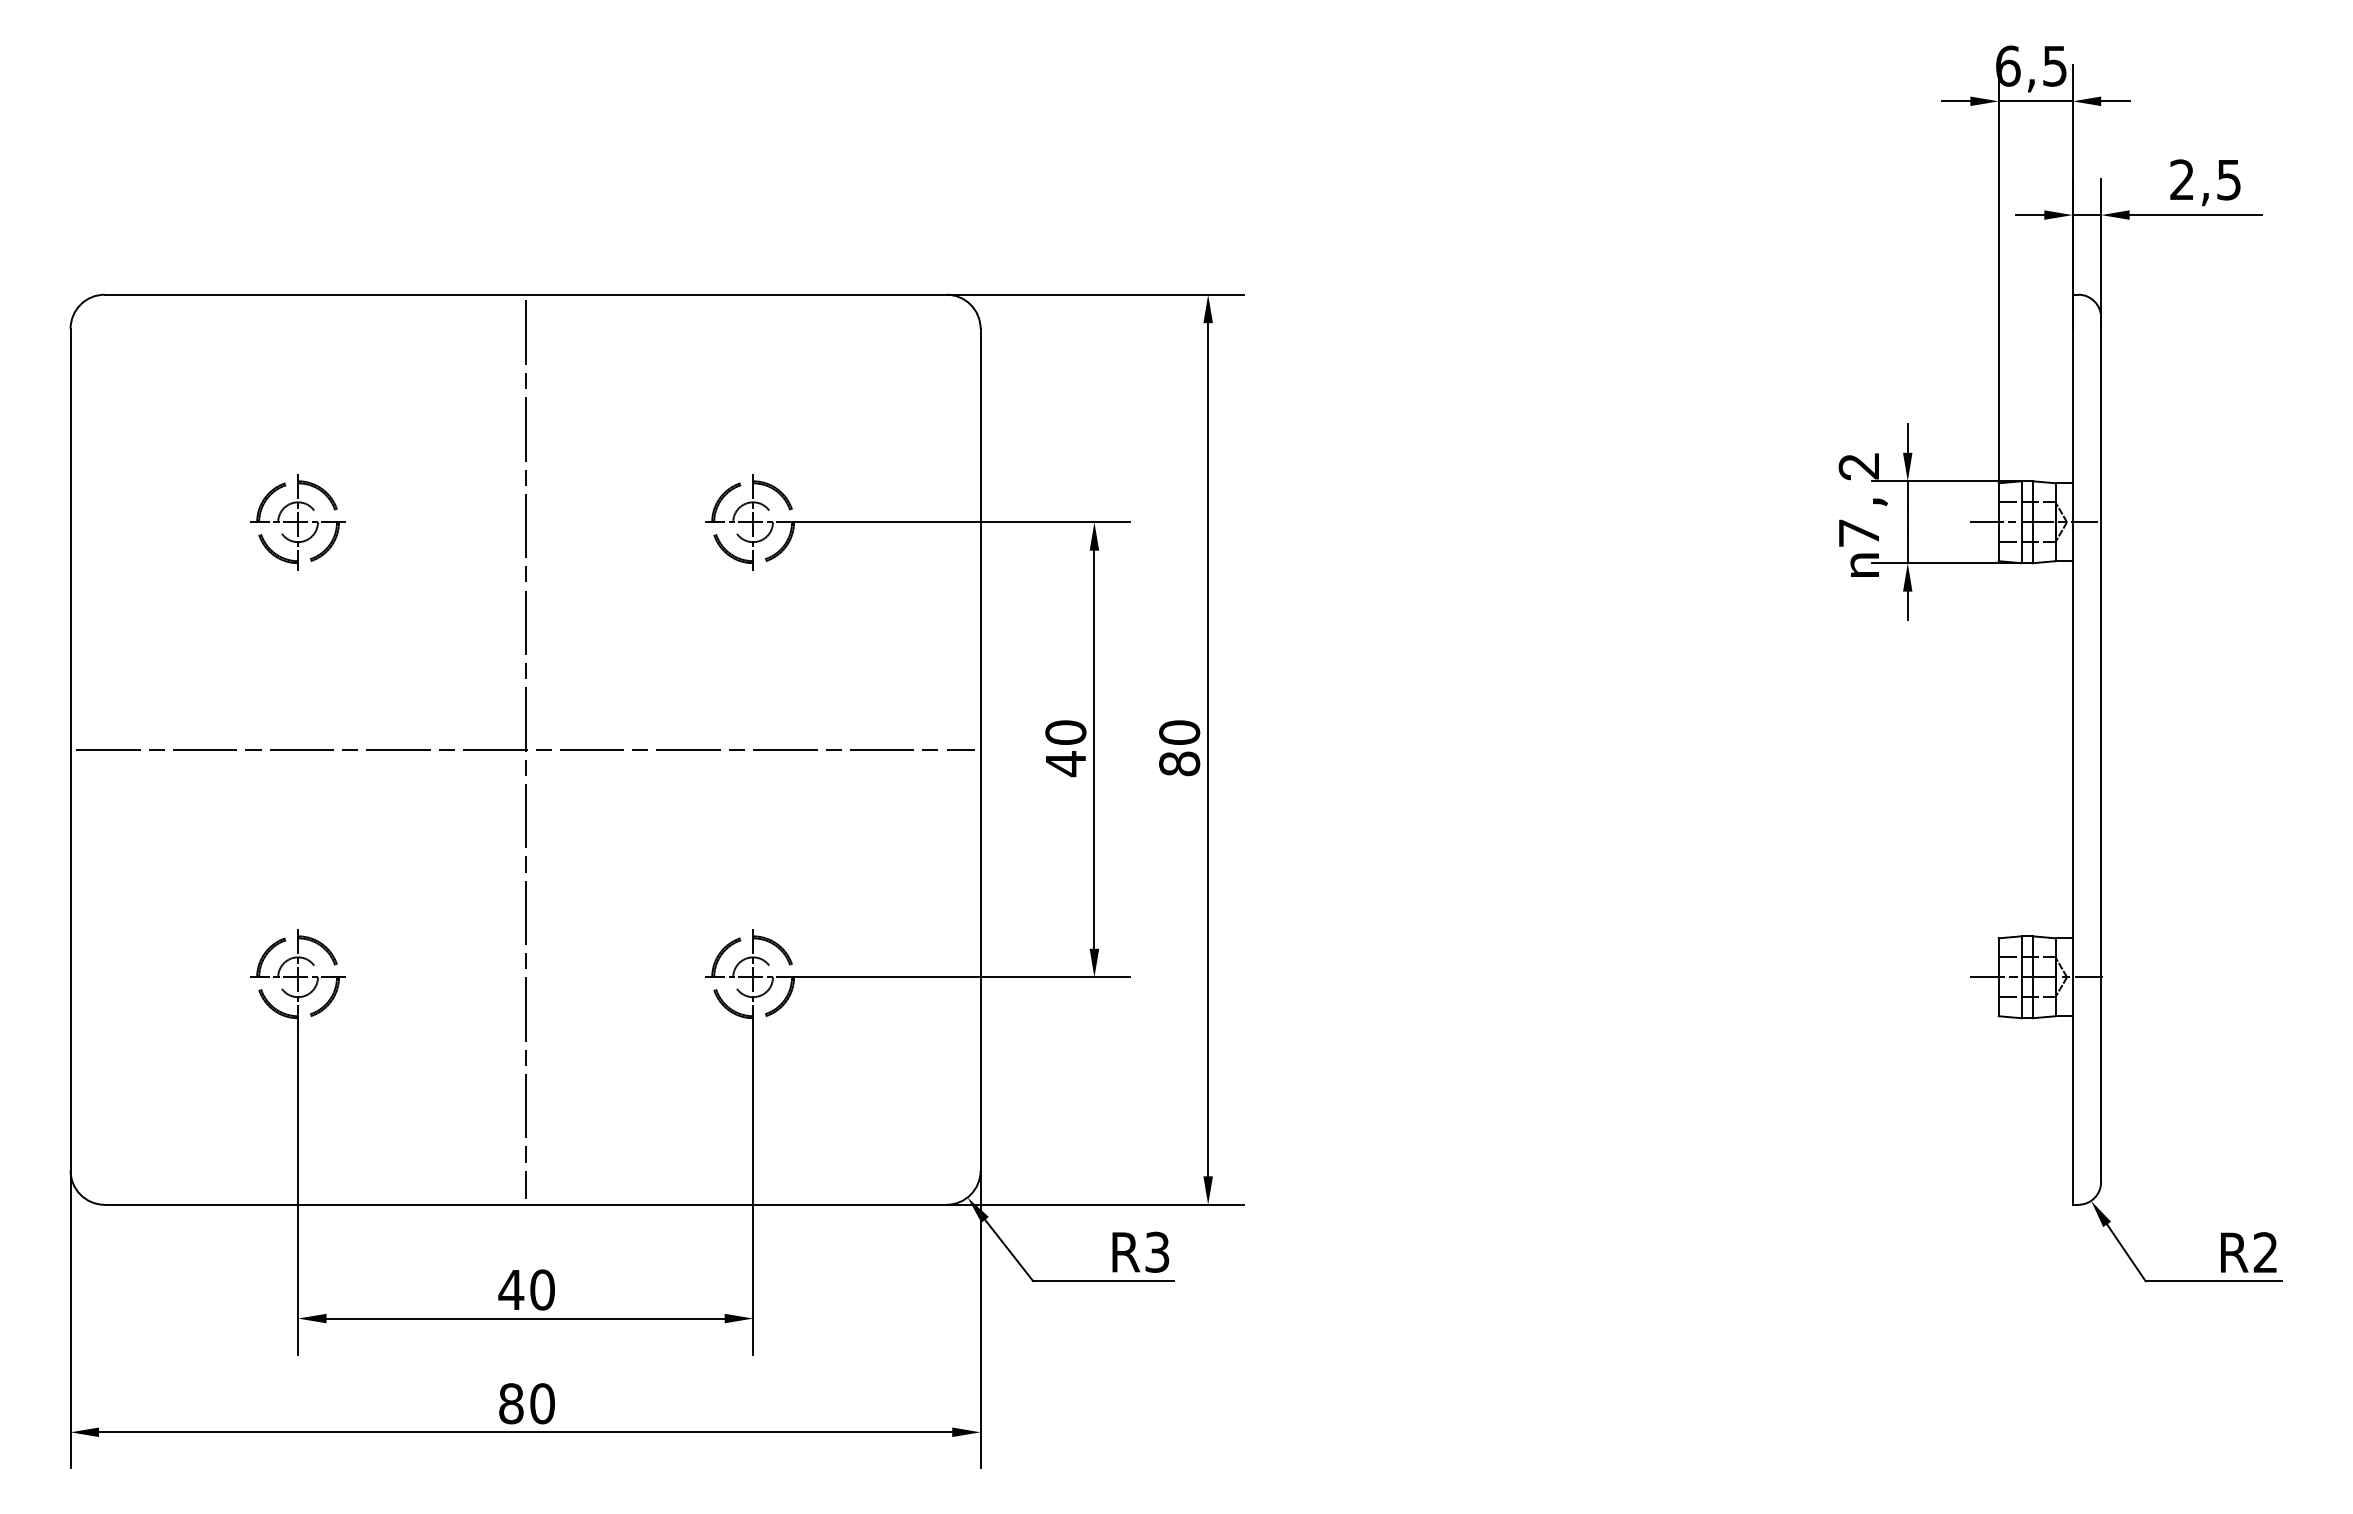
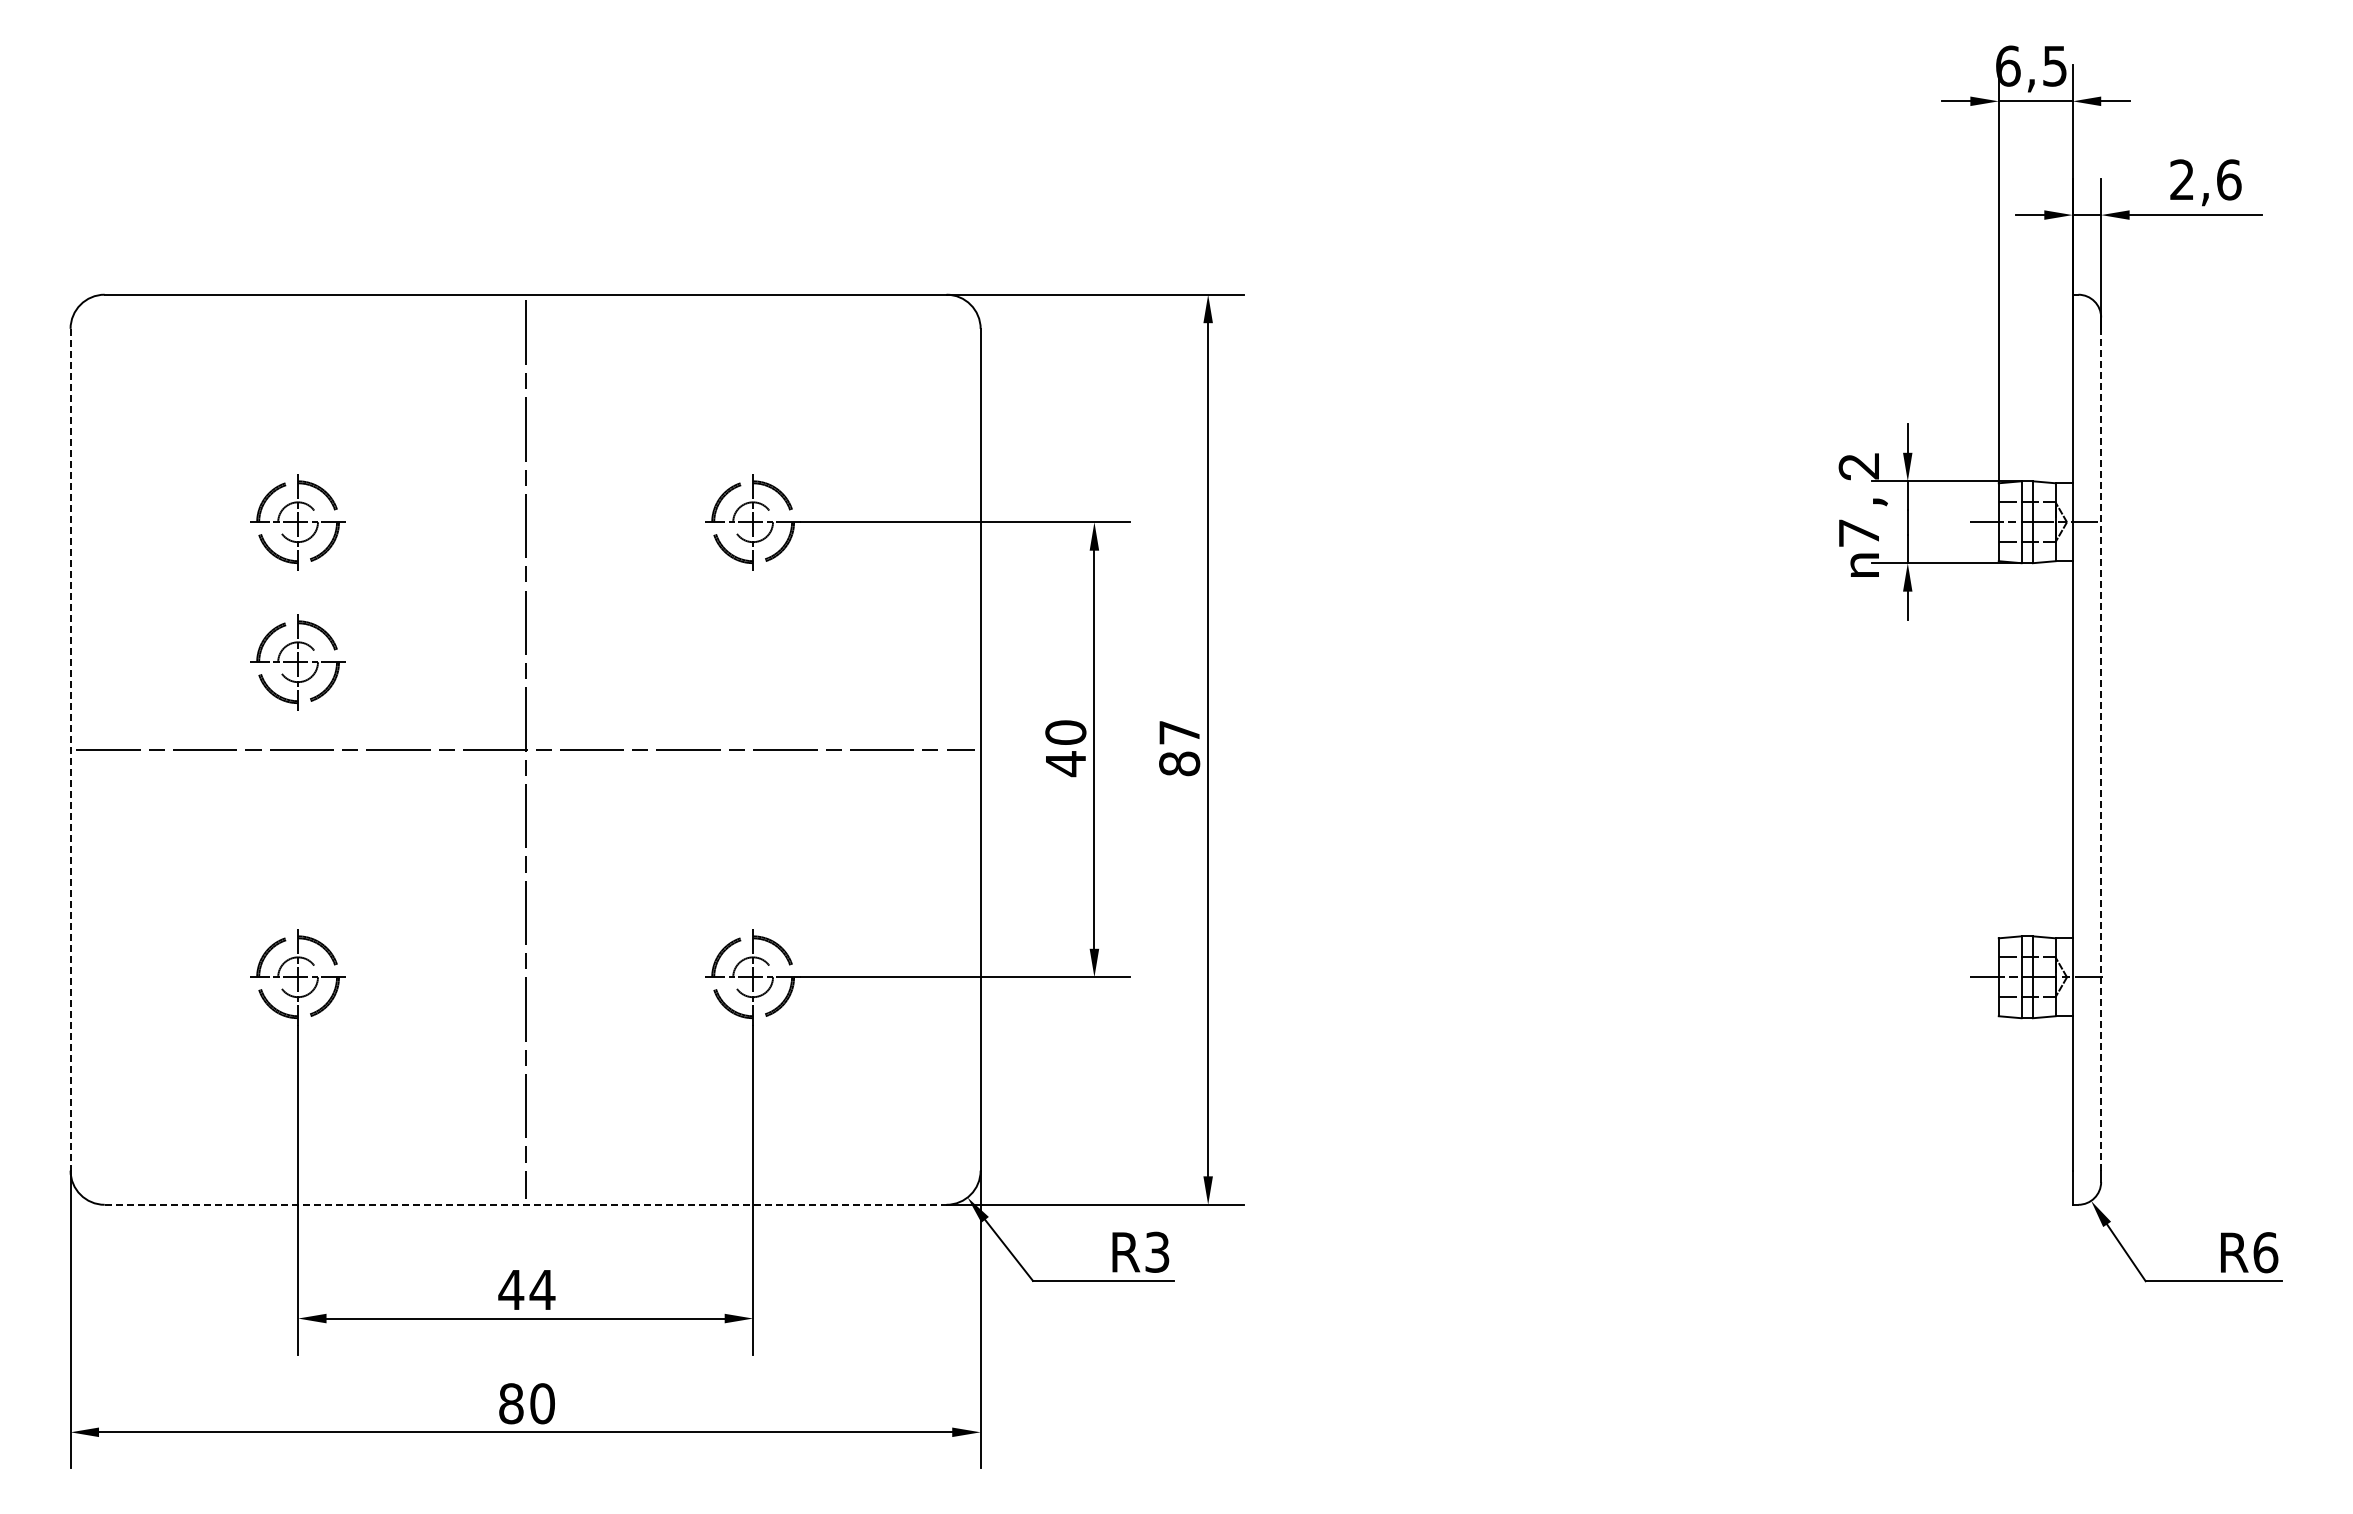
text at (2229, 179): 2,5 -> 2,6
part at (297, 662): none -> present
text at (1179, 732): 80 -> 87
line at (70, 749): solid -> dashed
line at (2101, 749): solid -> dashed
line at (525, 1204): solid -> dashed
text at (2265, 1252): R2 -> R6
text at (542, 1289): 40 -> 44
